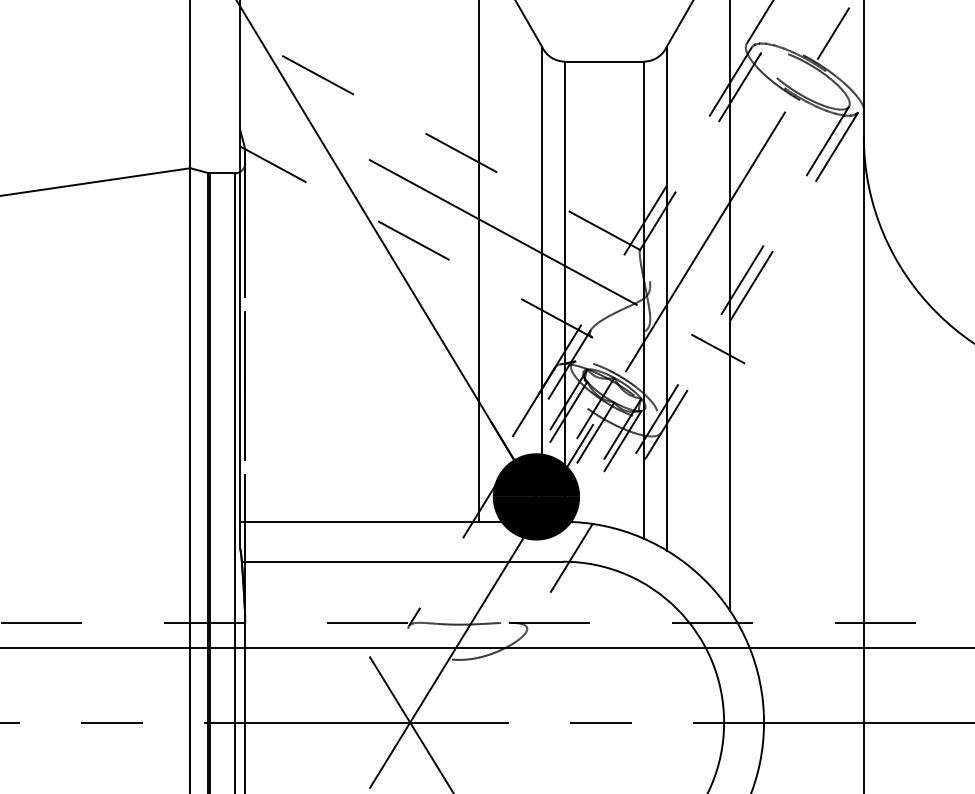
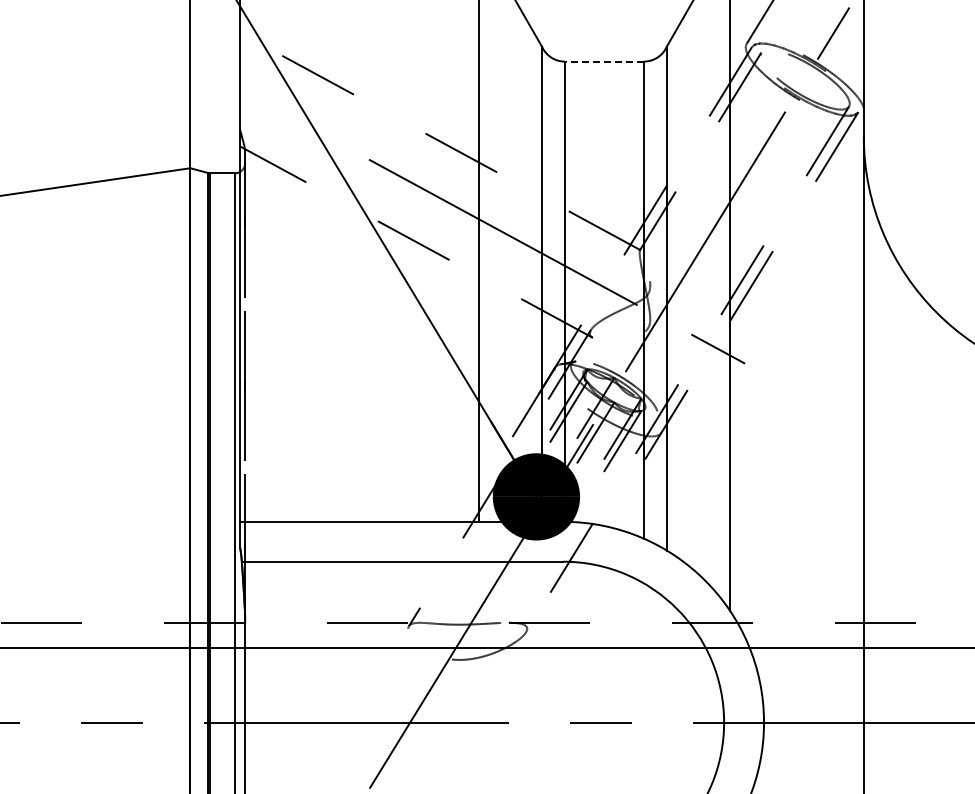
line at (604, 61): solid -> dashed
line at (410, 723): present -> none
